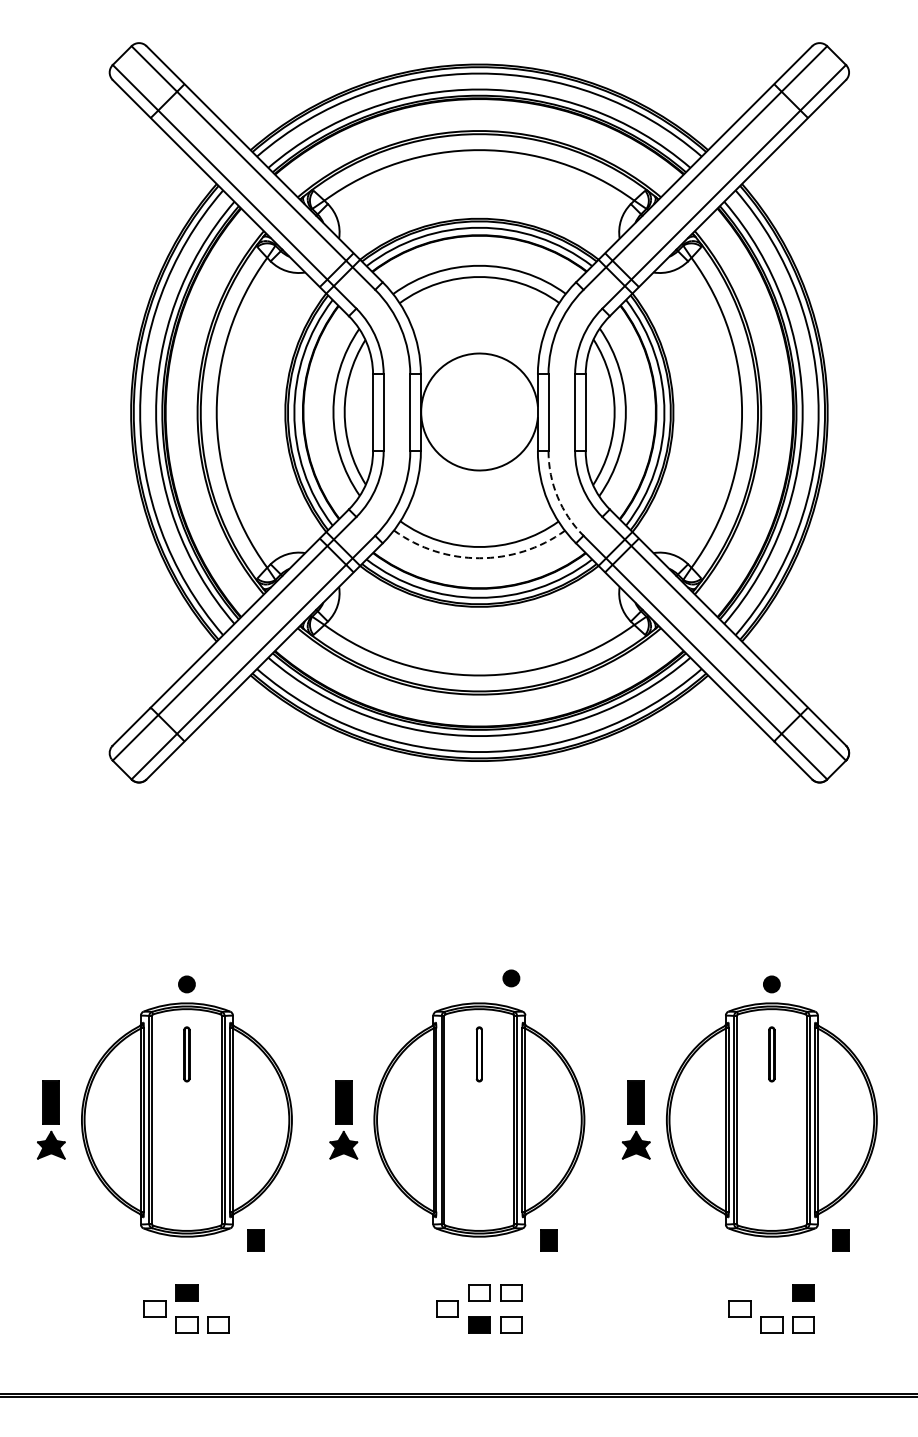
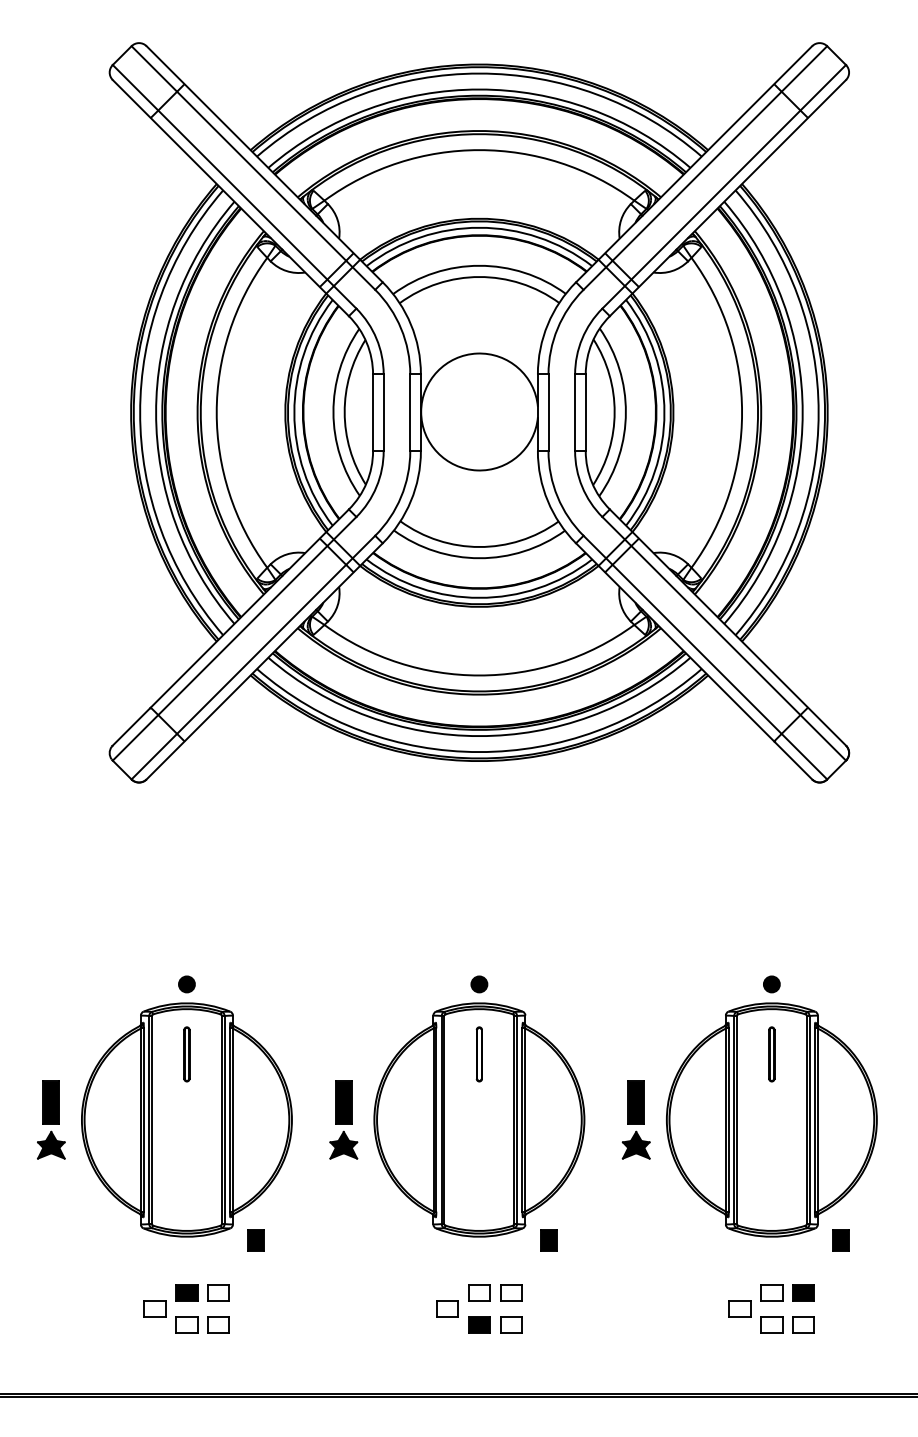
arc at (557, 496): dashed -> solid
arc at (479, 558): dashed -> solid
part at (511, 978) position: (511, 978) -> (479, 984)
part at (218, 1292): none -> present
part at (771, 1292): none -> present
